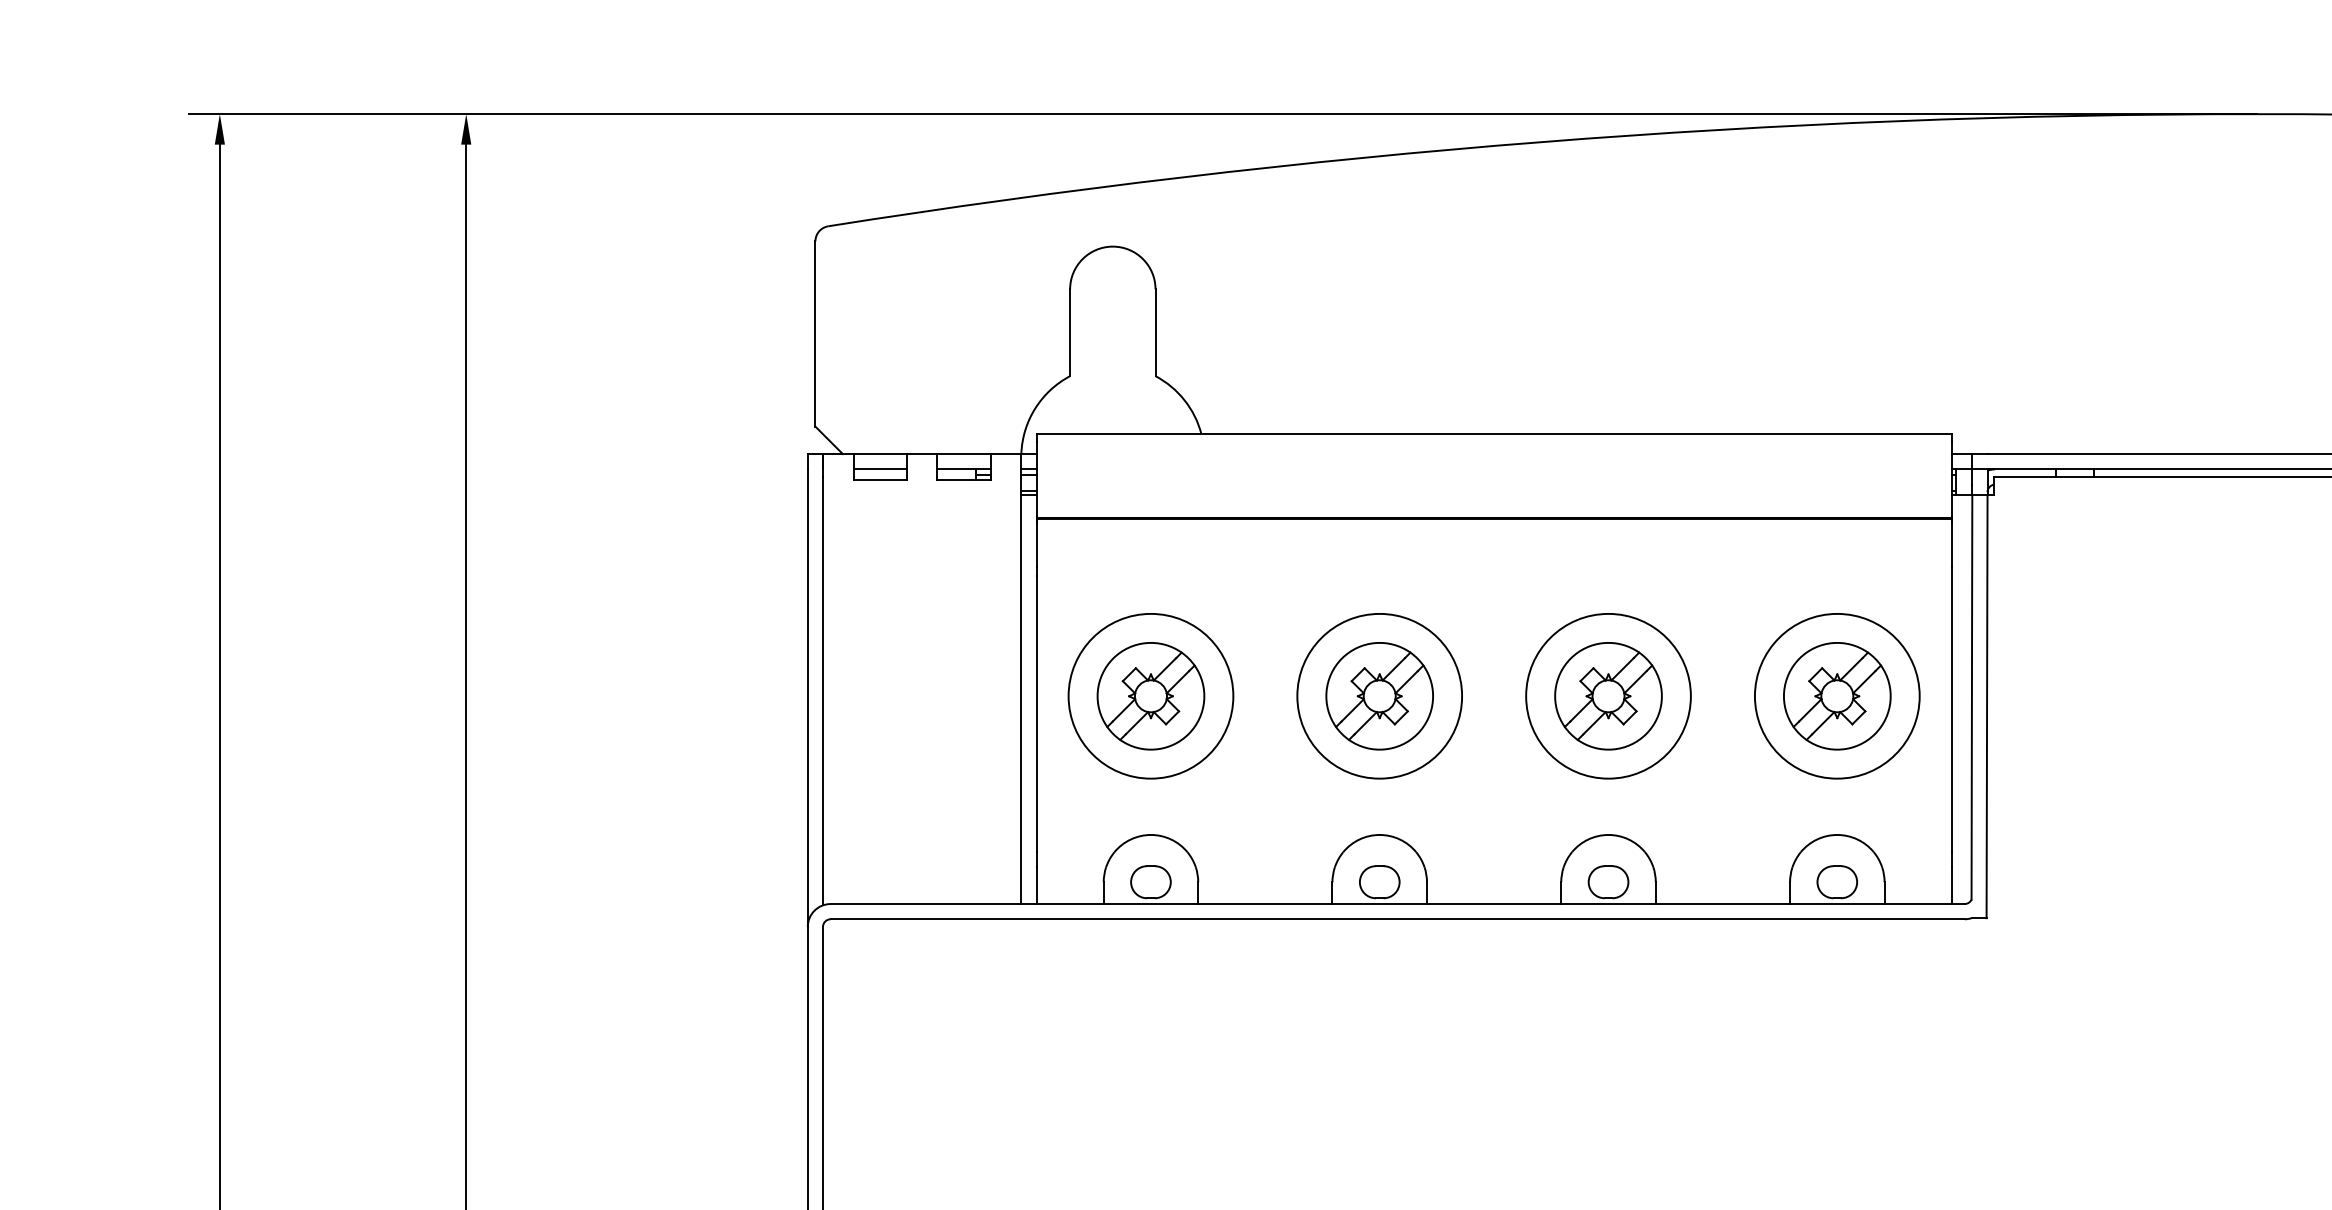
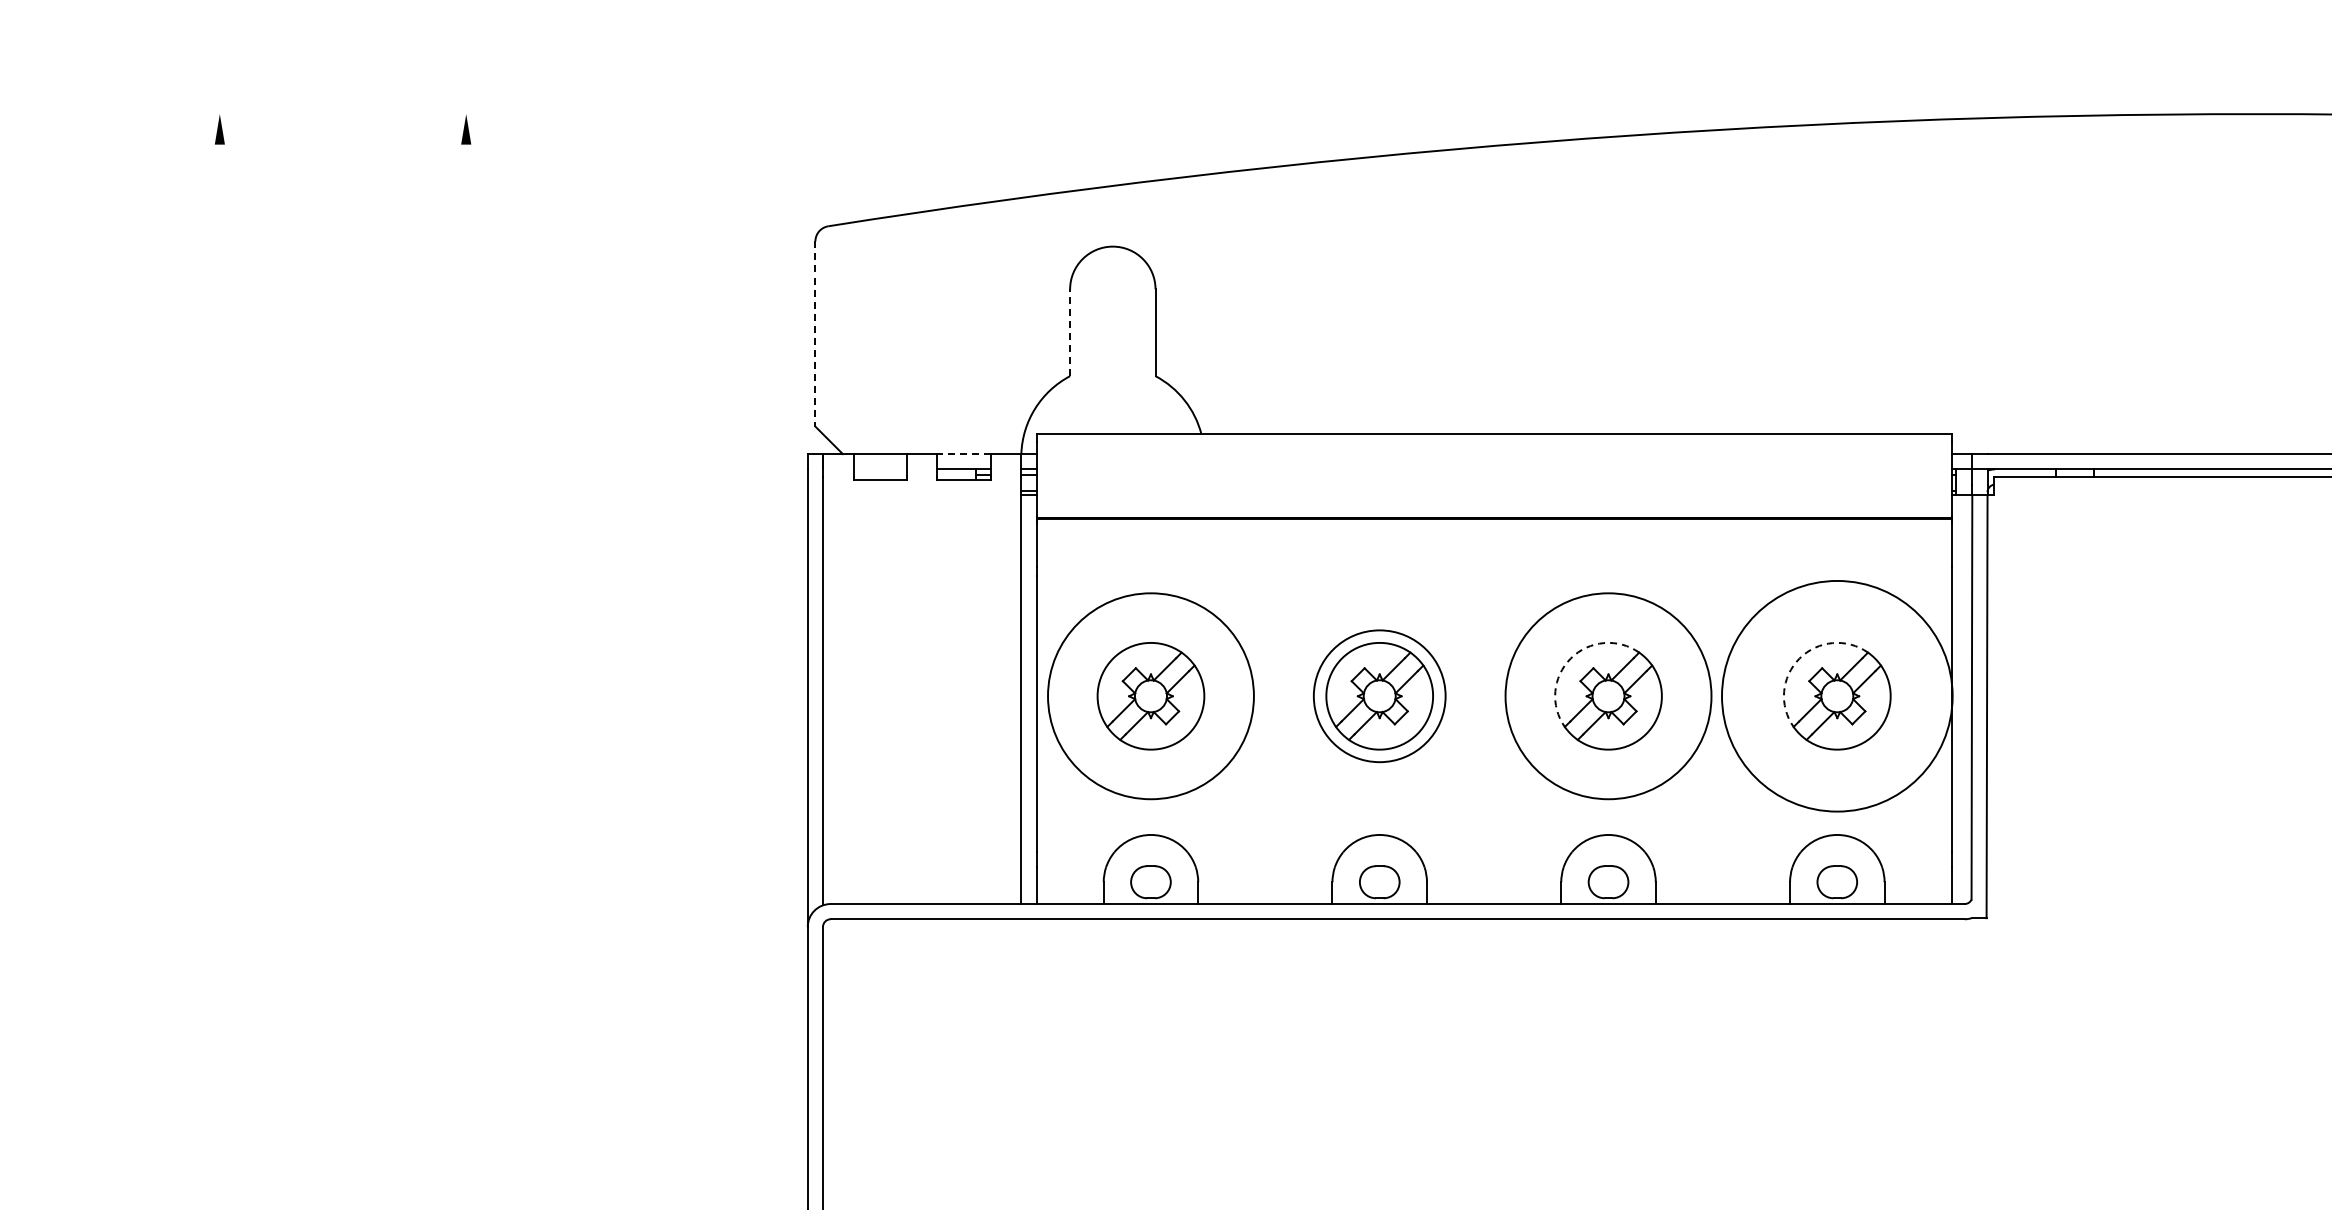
line at (1222, 114): present -> none
line at (1070, 332): solid -> dashed
line at (815, 333): solid -> dashed
line at (964, 454): solid -> dashed
line at (879, 469): present -> none
arc at (1570, 658): solid -> dashed
arc at (1799, 658): solid -> dashed
line at (219, 675): present -> none
line at (466, 675): present -> none
circle at (1150, 695) diameter: 165 px -> 206 px
circle at (1379, 695) diameter: 165 px -> 132 px
circle at (1608, 695) diameter: 165 px -> 206 px
circle at (1836, 695) diameter: 165 px -> 231 px
